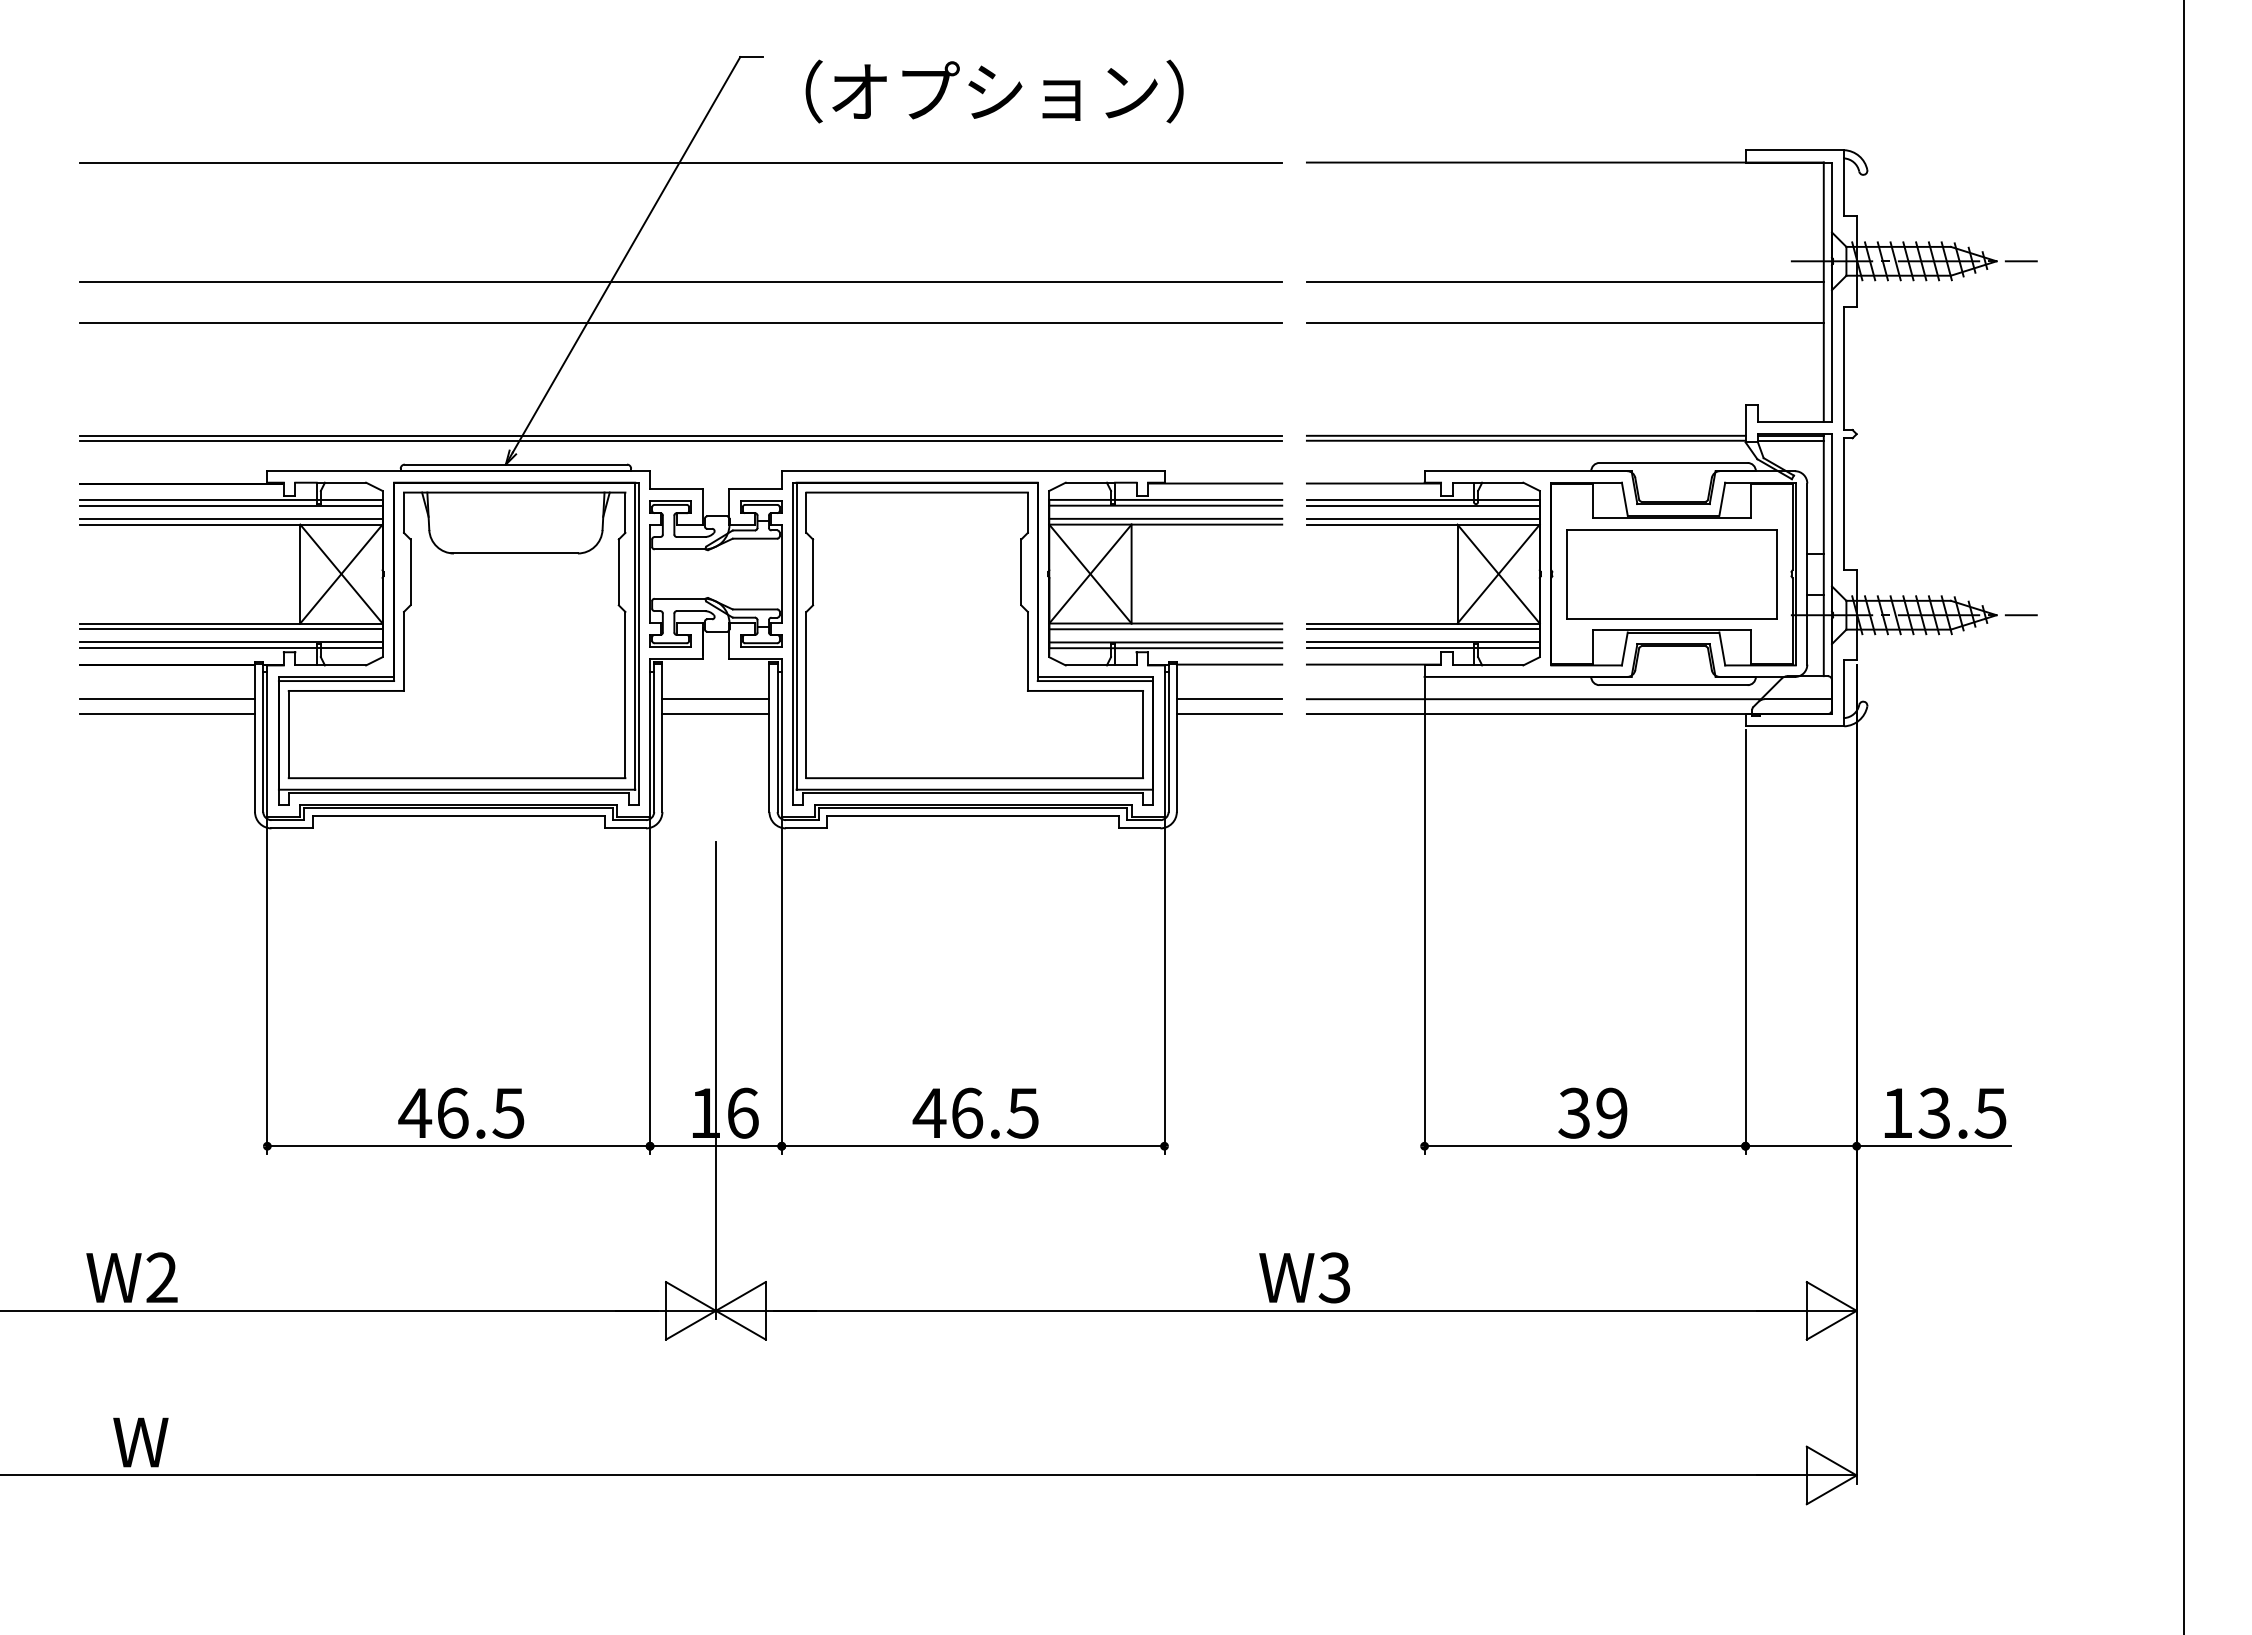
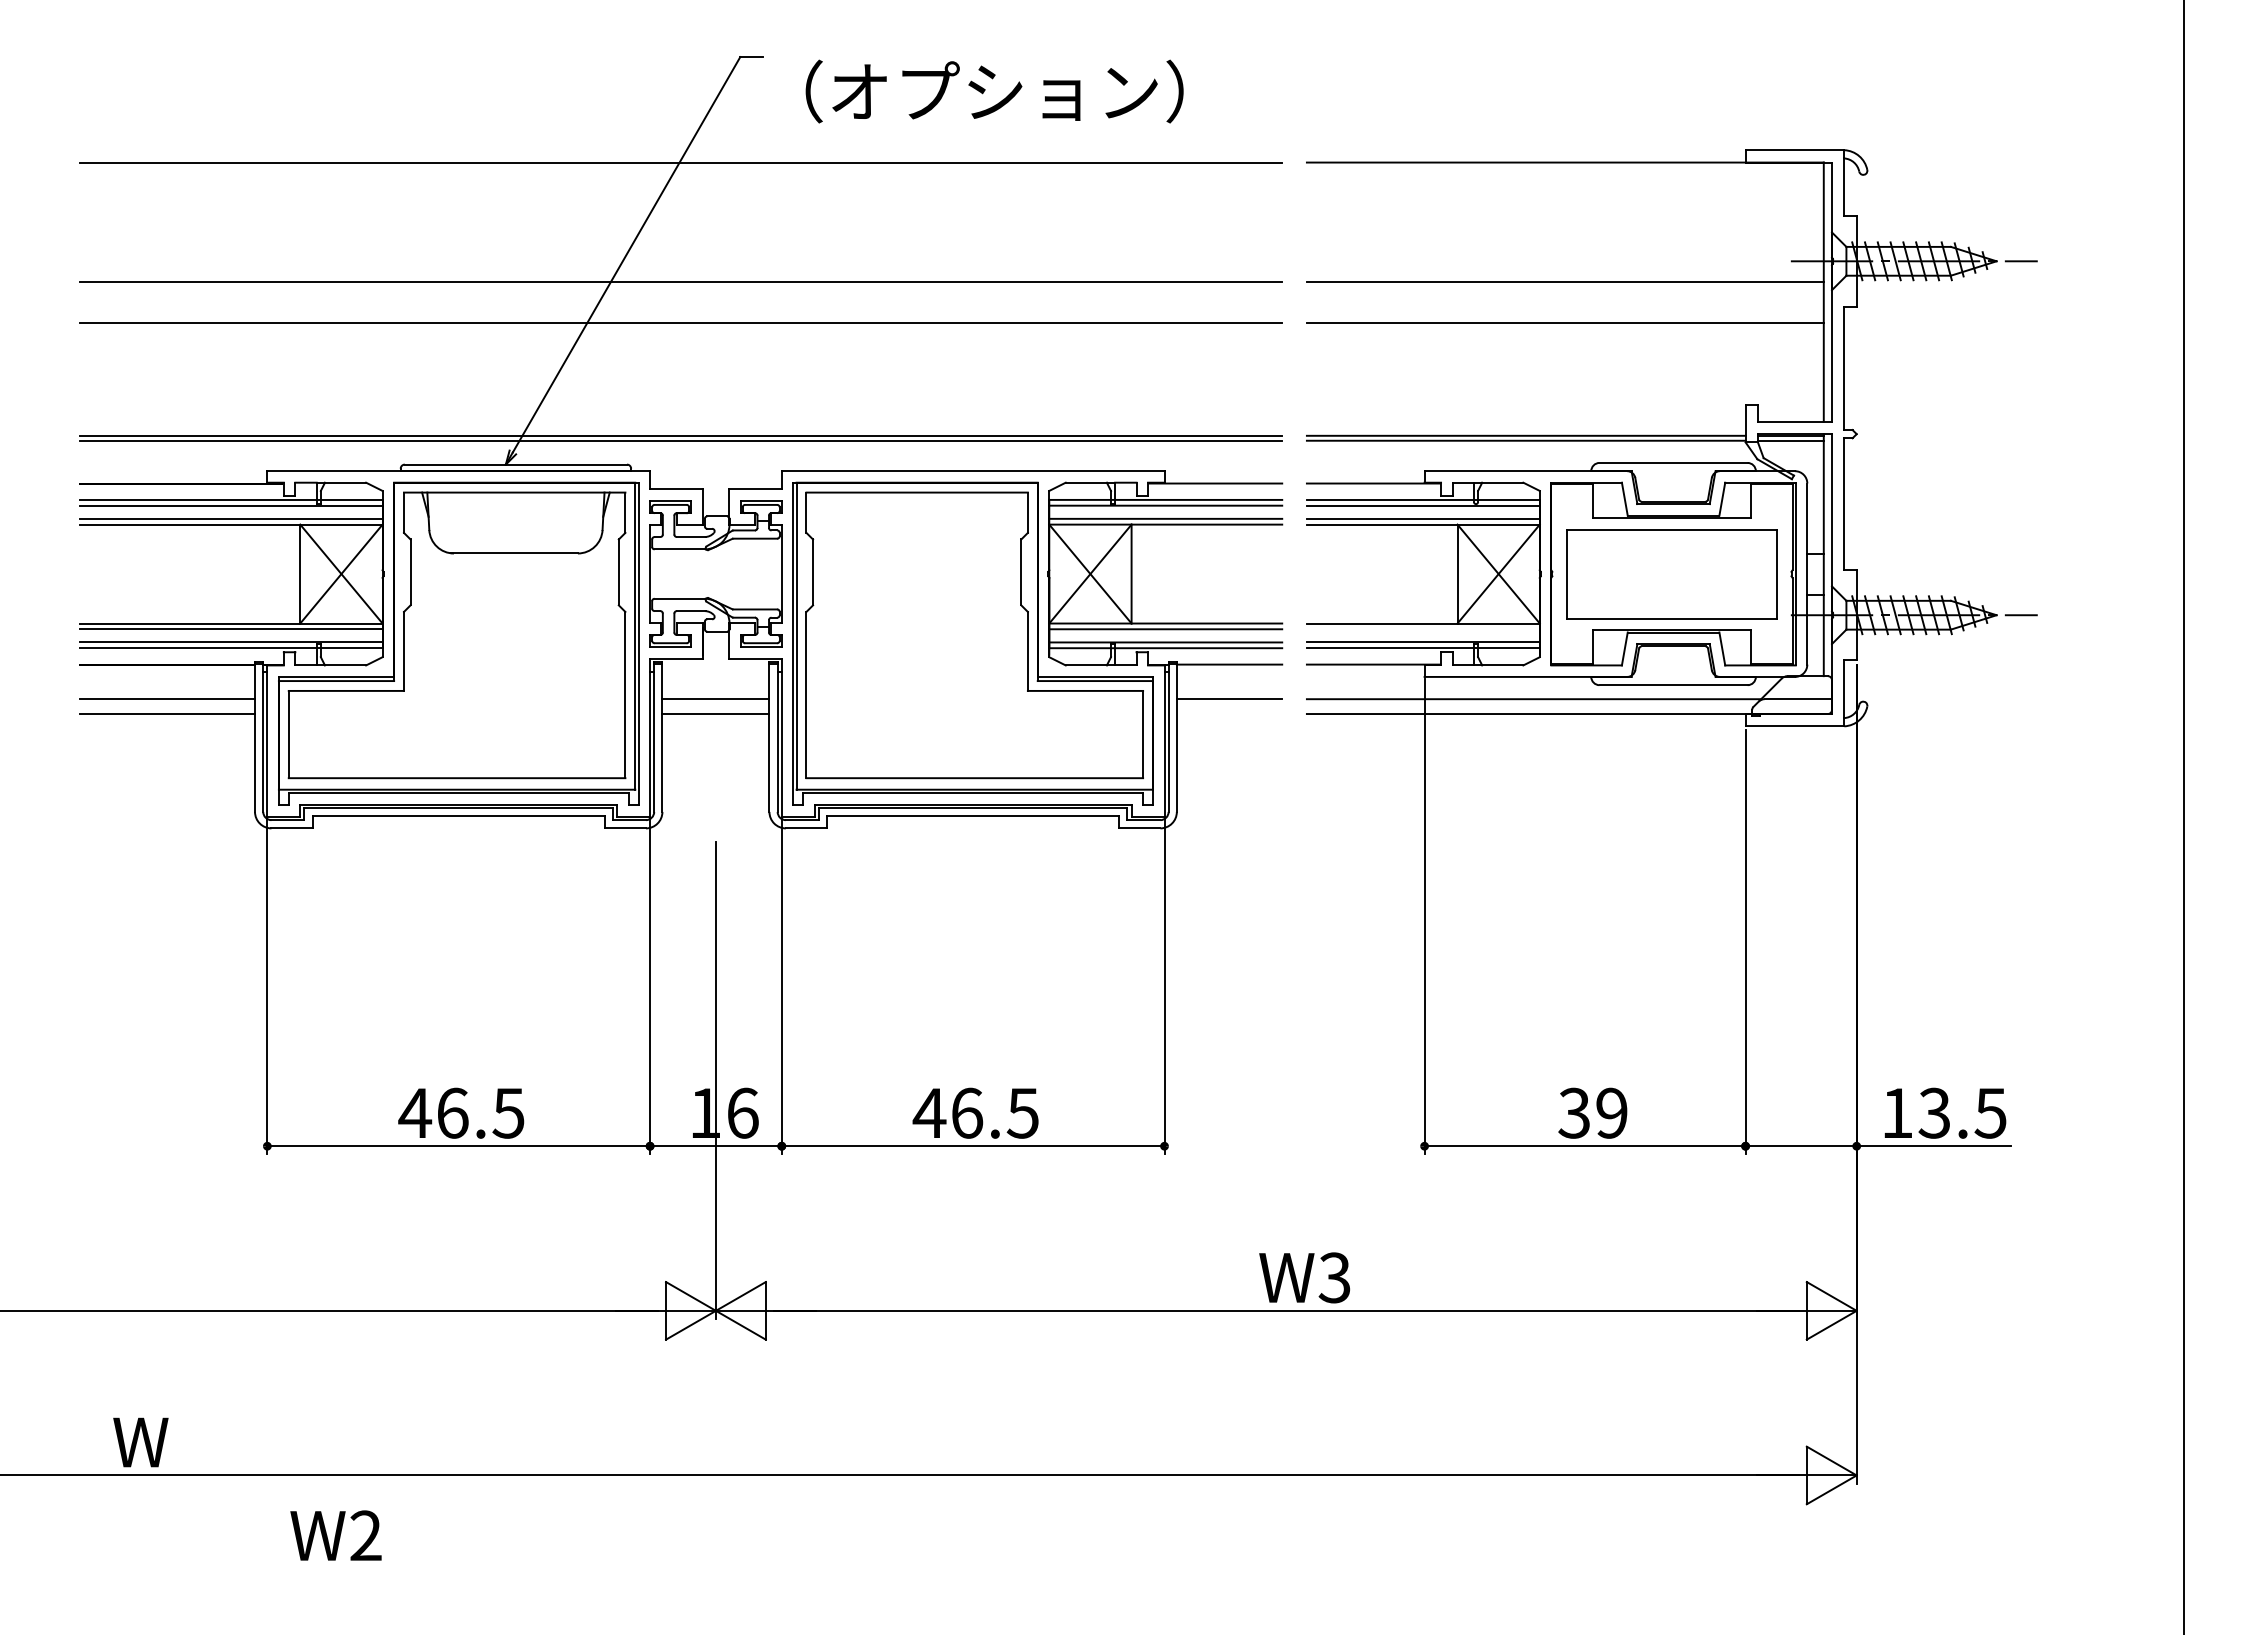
line at (1422, 629): present -> none
line at (1229, 714): present -> none
text at (131, 1277) position: (131, 1277) -> (335, 1535)
